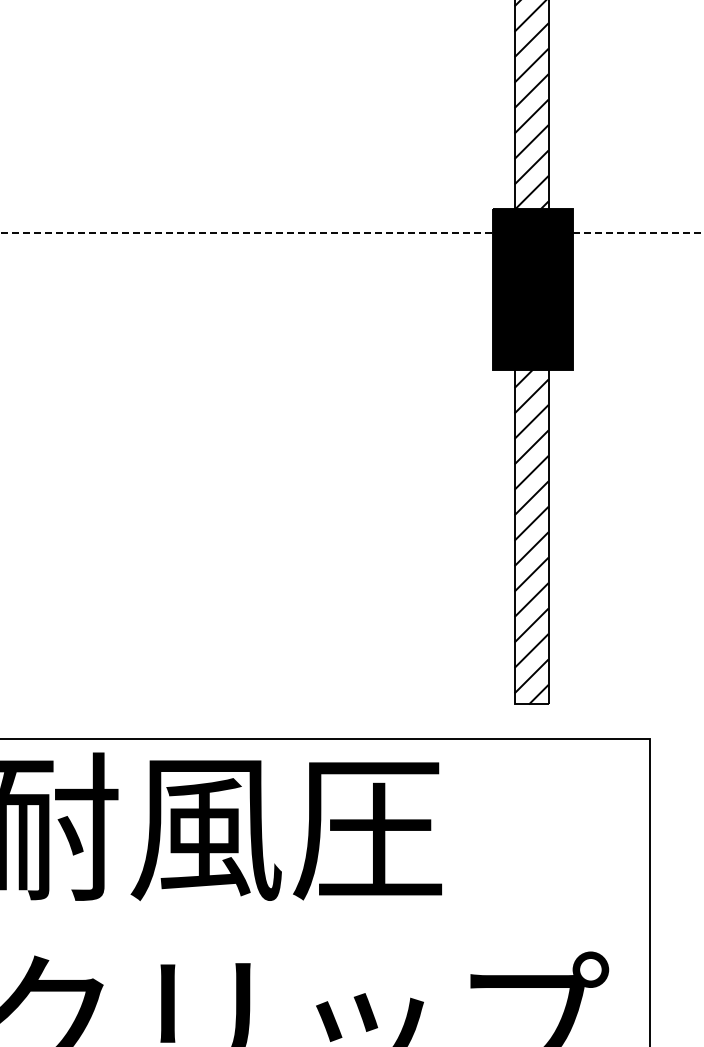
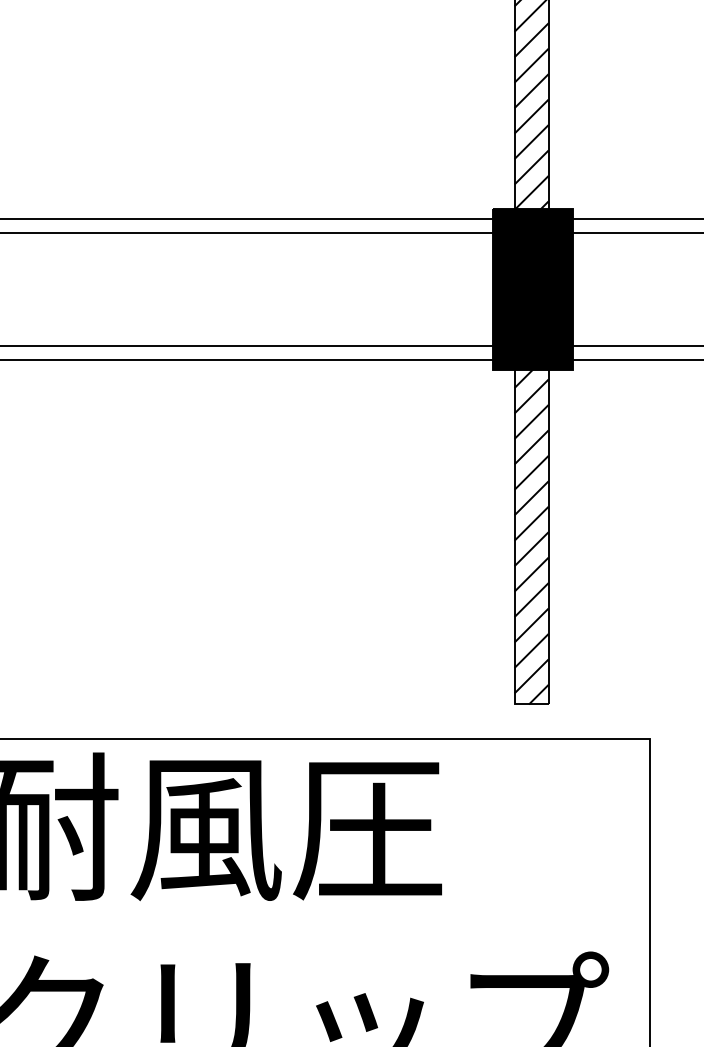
line at (351, 218): none -> present
line at (352, 232): dashed -> solid
line at (351, 346): none -> present
line at (351, 360): none -> present
